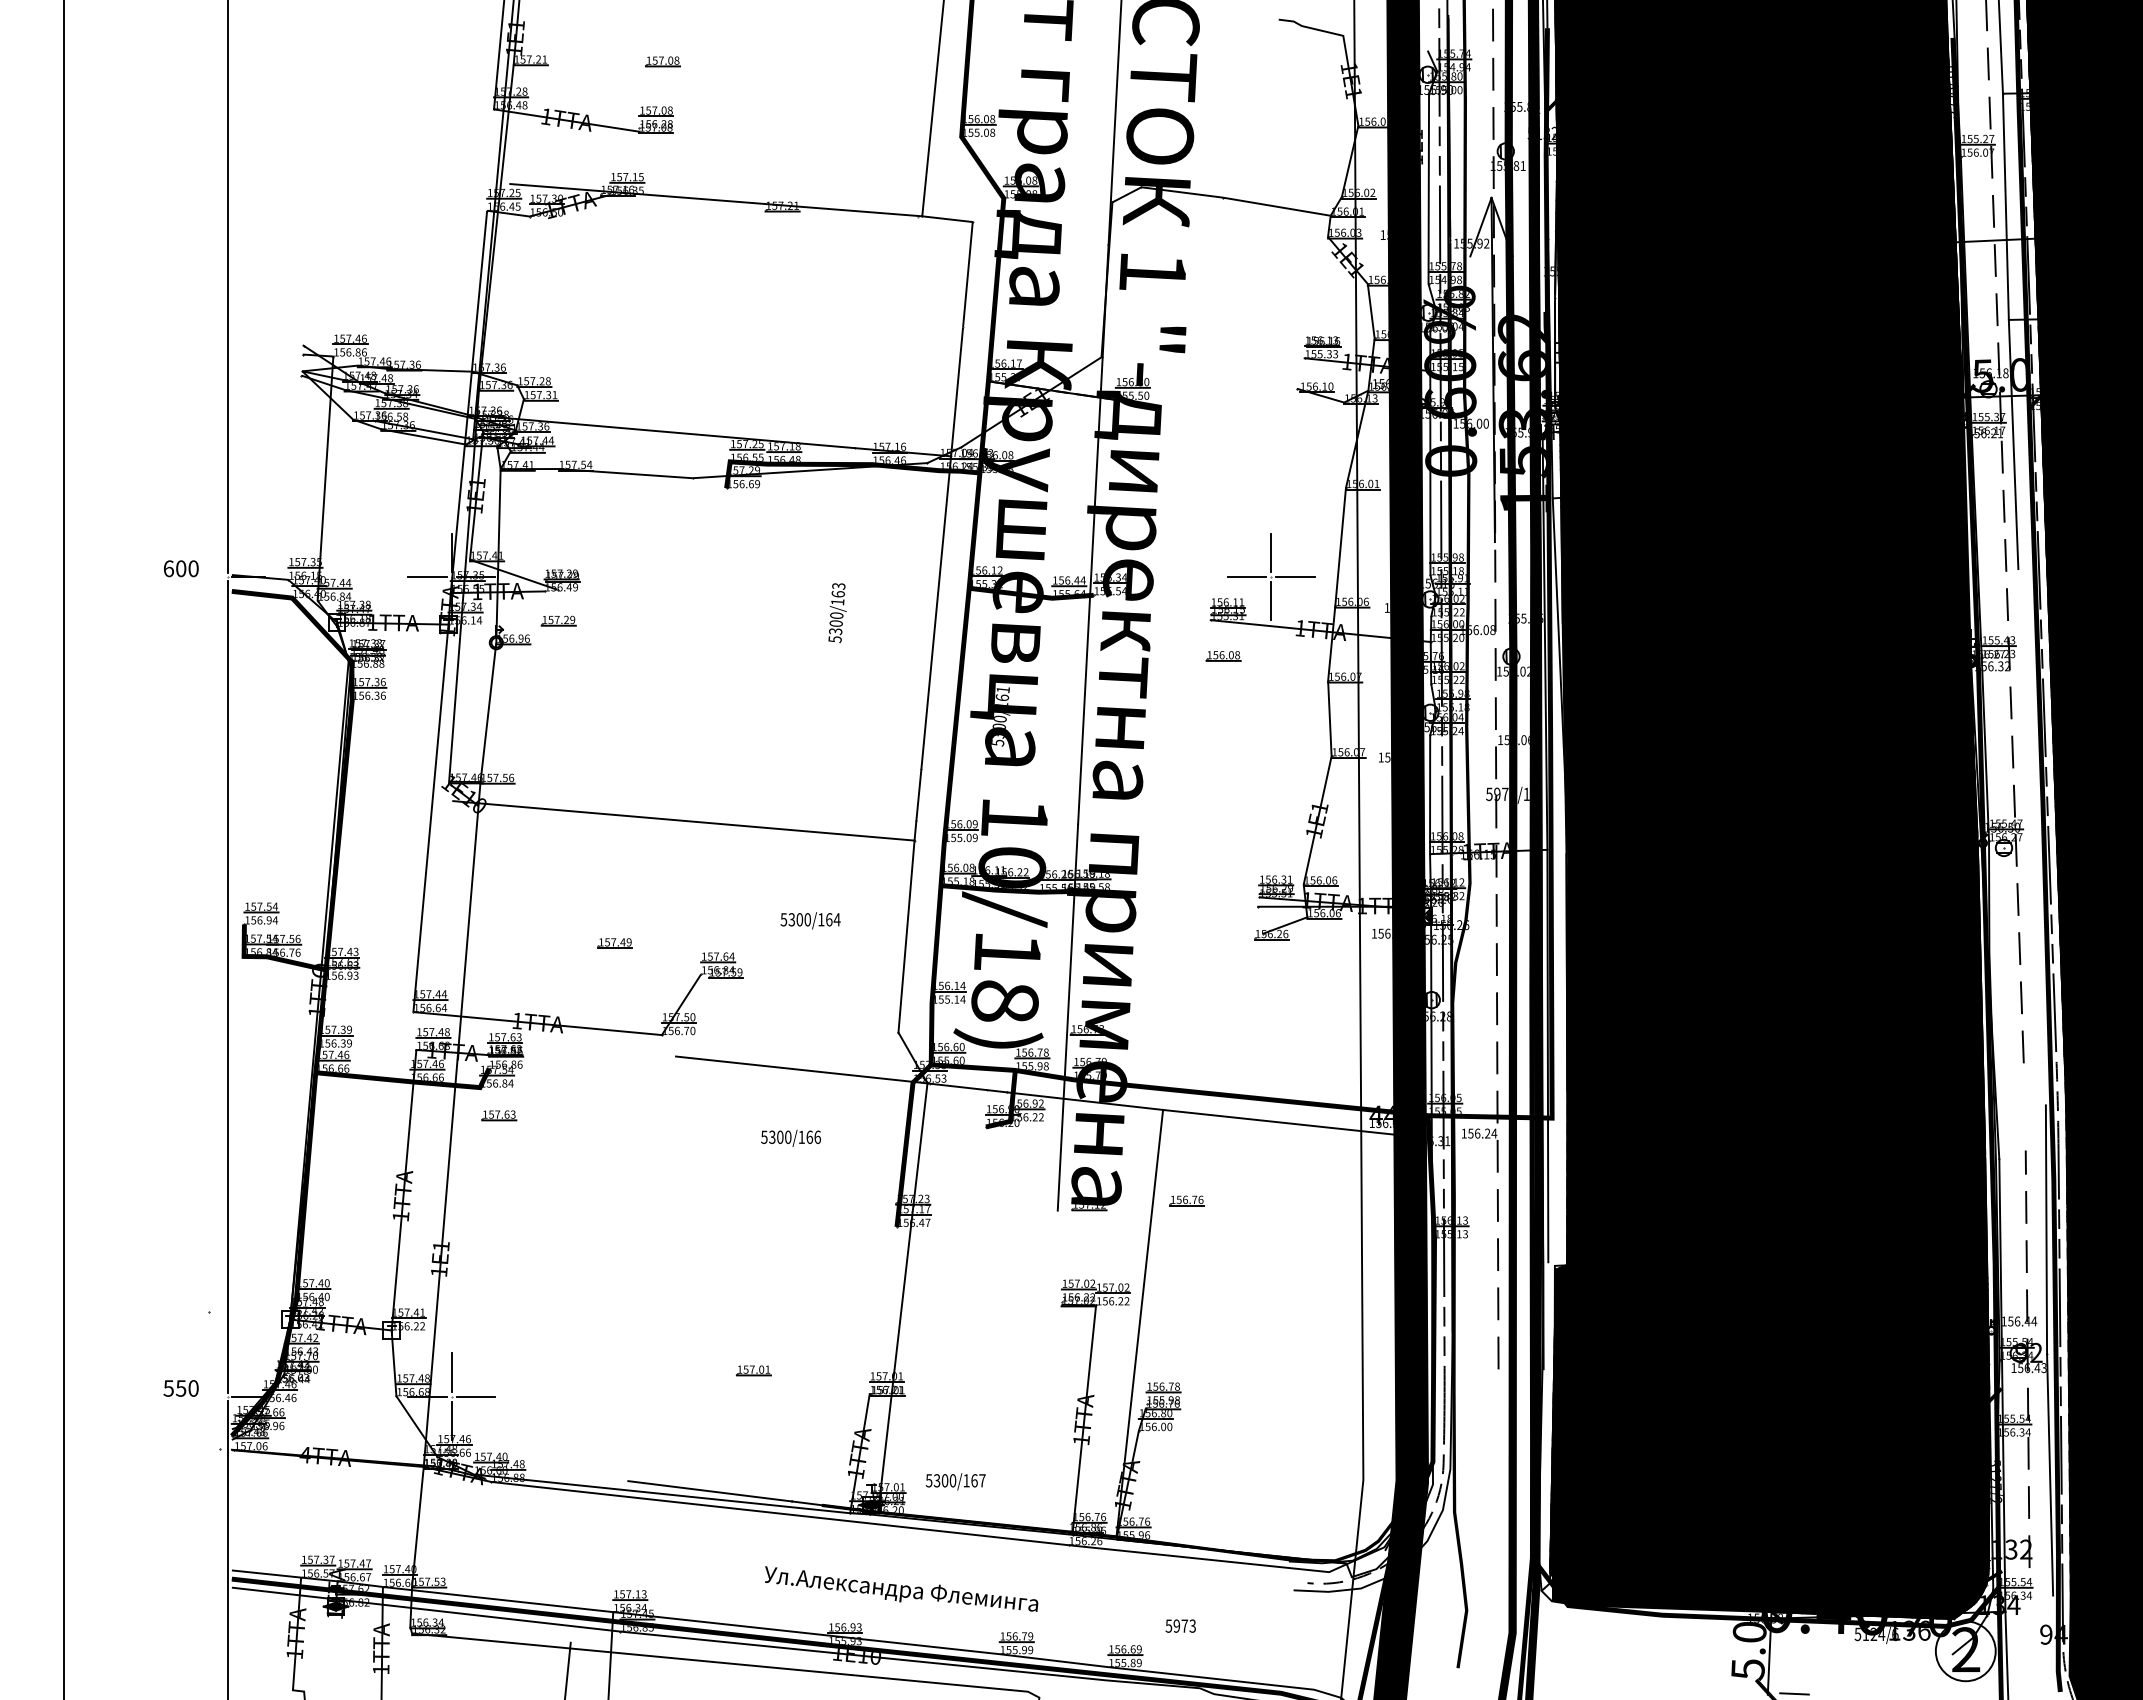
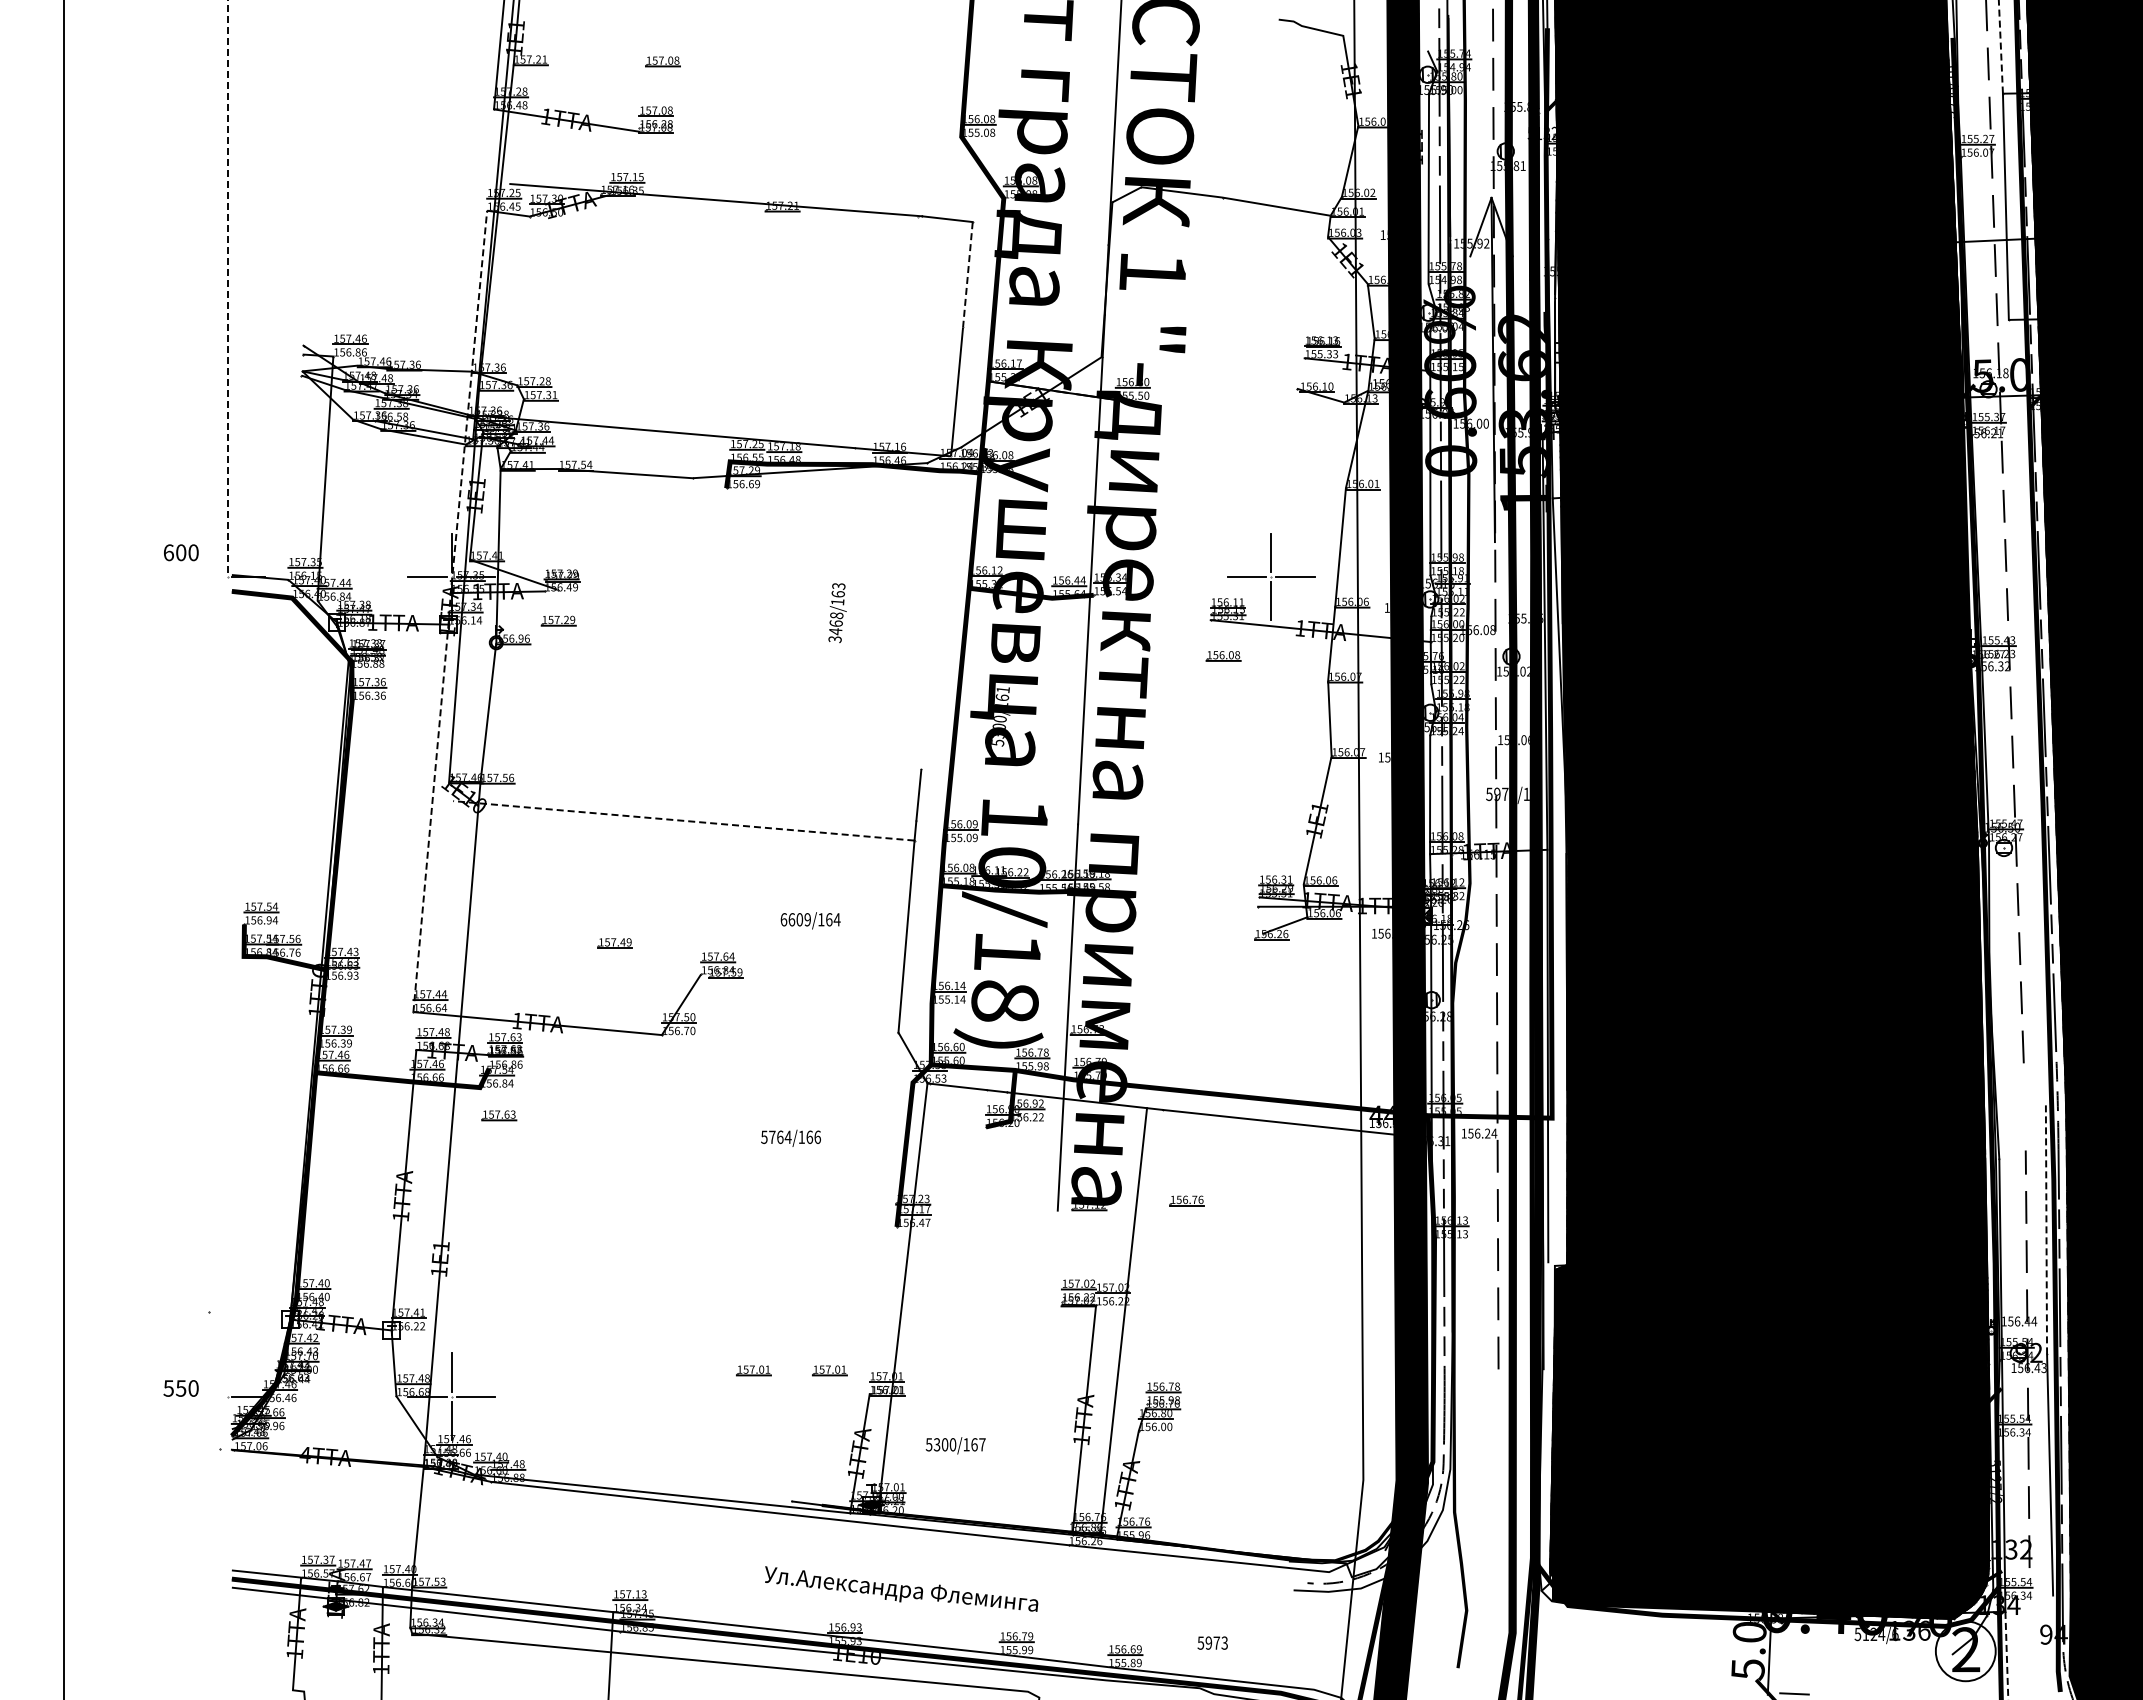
line at (2000, 46): solid -> dashed
line at (932, 109): present -> none
line at (967, 274): solid -> dashed
line at (228, 286): solid -> dashed
line at (2013, 444): present -> none
text at (181, 568) position: (181, 568) -> (181, 552)
line at (449, 610): solid -> dashed
line at (936, 612): present -> none
text at (835, 626): 5300/163 -> 3468/163
line at (683, 820): solid -> dashed
text at (795, 919): 5300/164 -> 6609/164
line at (228, 986): present -> none
line at (801, 1069): present -> none
text at (780, 1137): 5300/166 -> 5764/166
line at (2046, 1230): solid -> dashed
line at (1139, 1323) position: (1139, 1323) -> (1123, 1321)
part at (829, 1370): none -> present
text at (955, 1481) position: (955, 1481) -> (955, 1445)
line at (709, 1491): present -> none
line at (228, 1548): present -> none
text at (1180, 1625) position: (1180, 1625) -> (1212, 1642)
line at (2006, 1655): solid -> dashed
line at (567, 1669): present -> none
